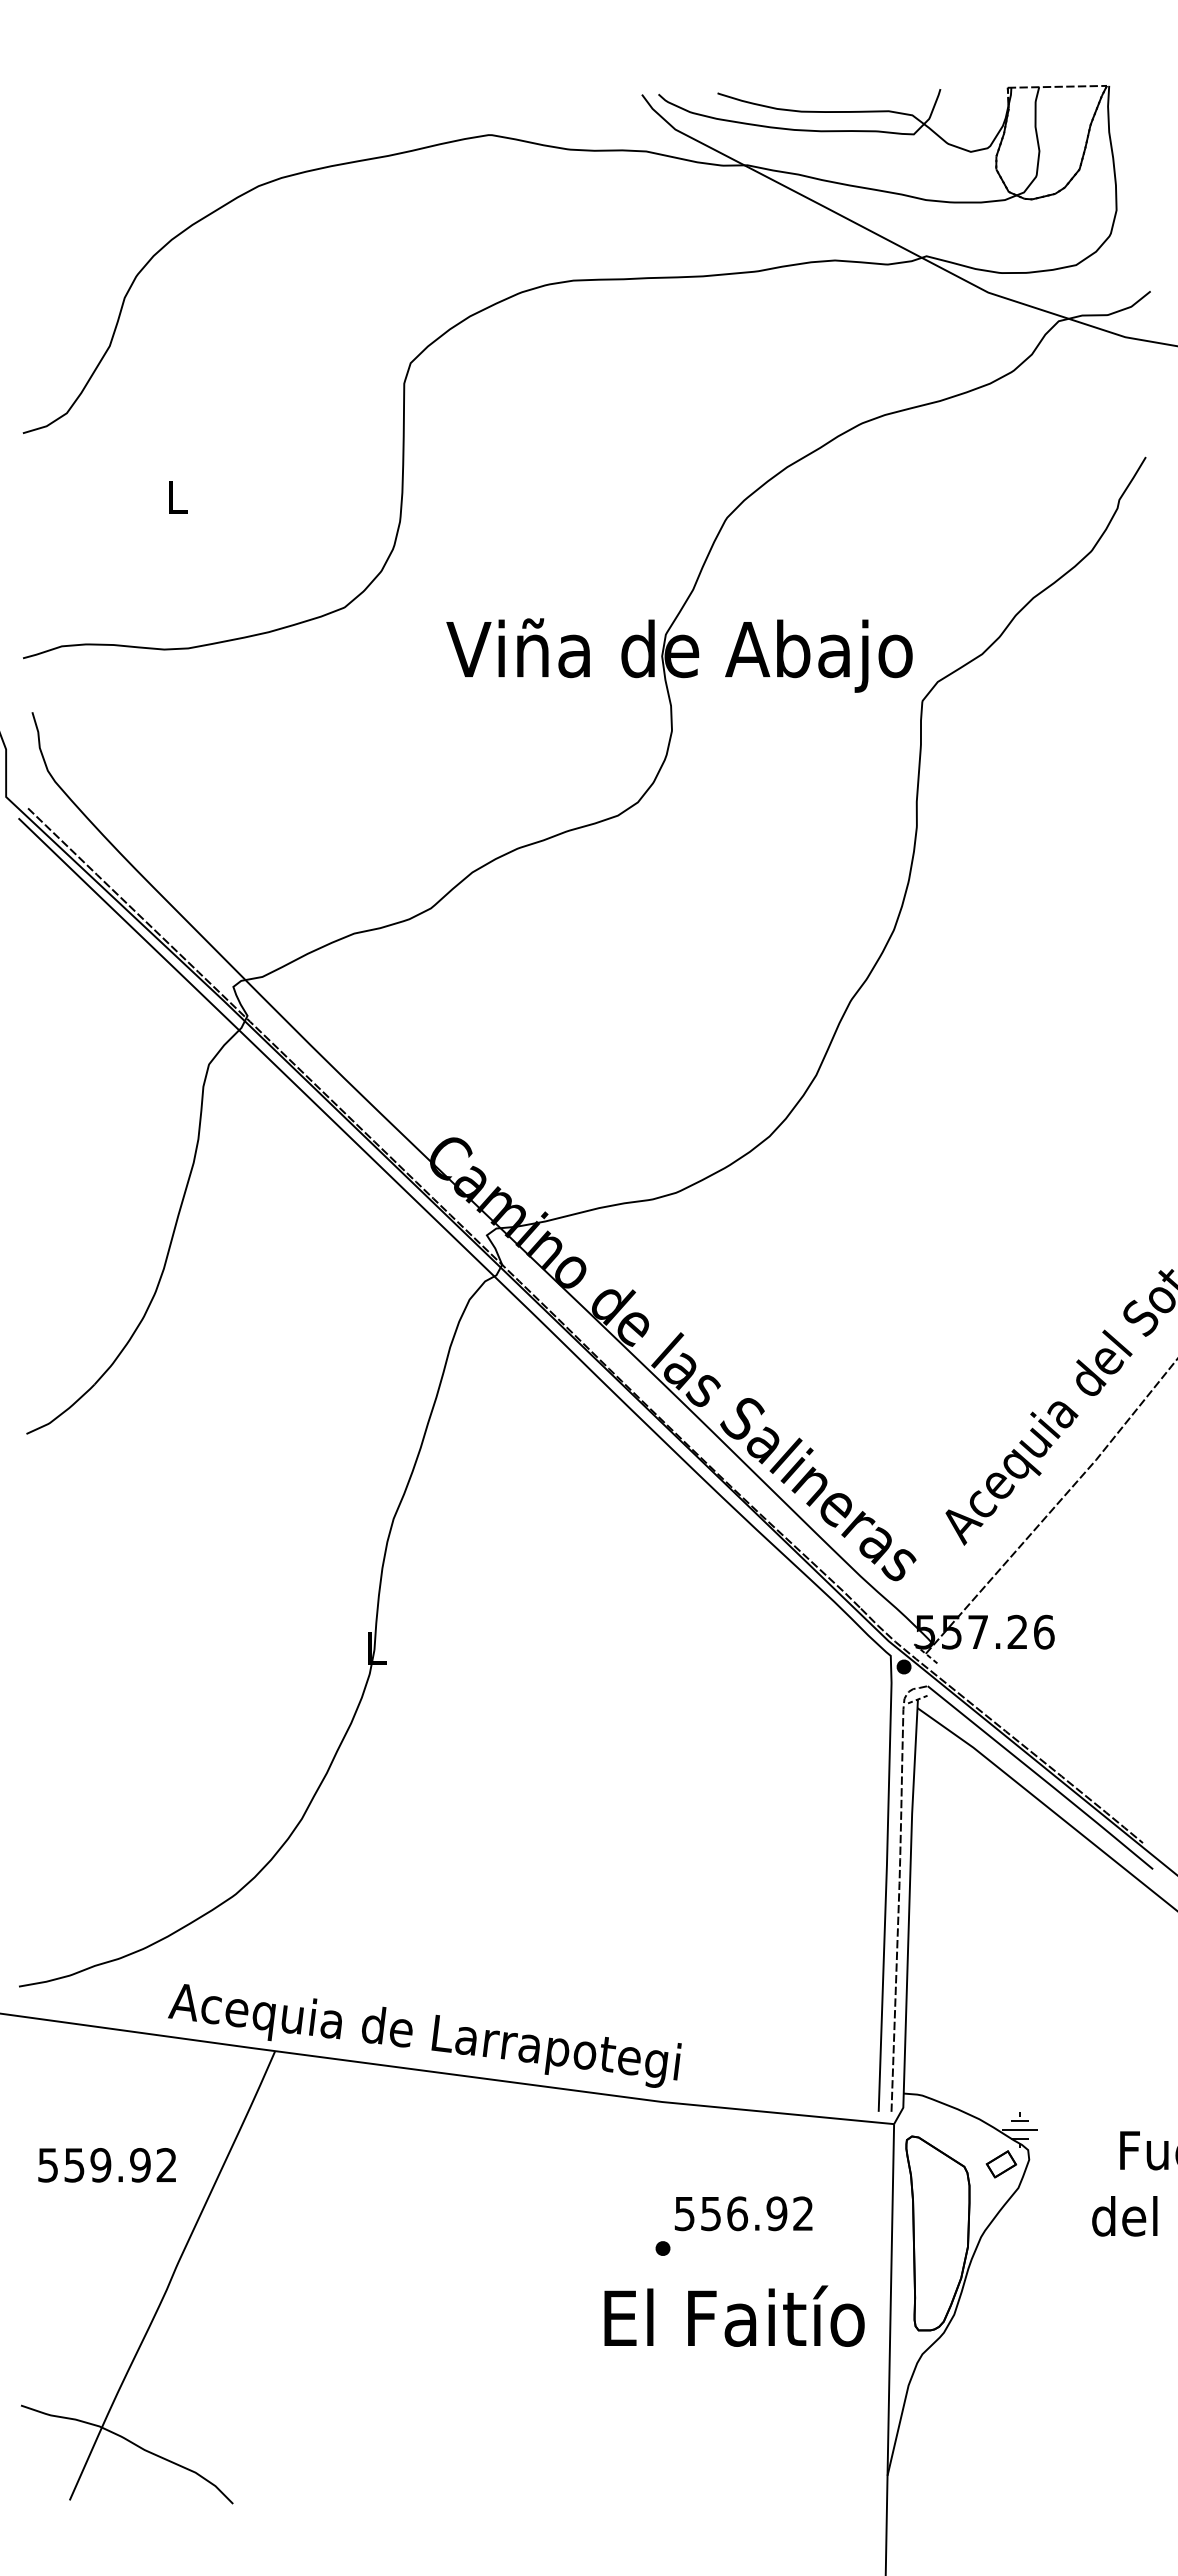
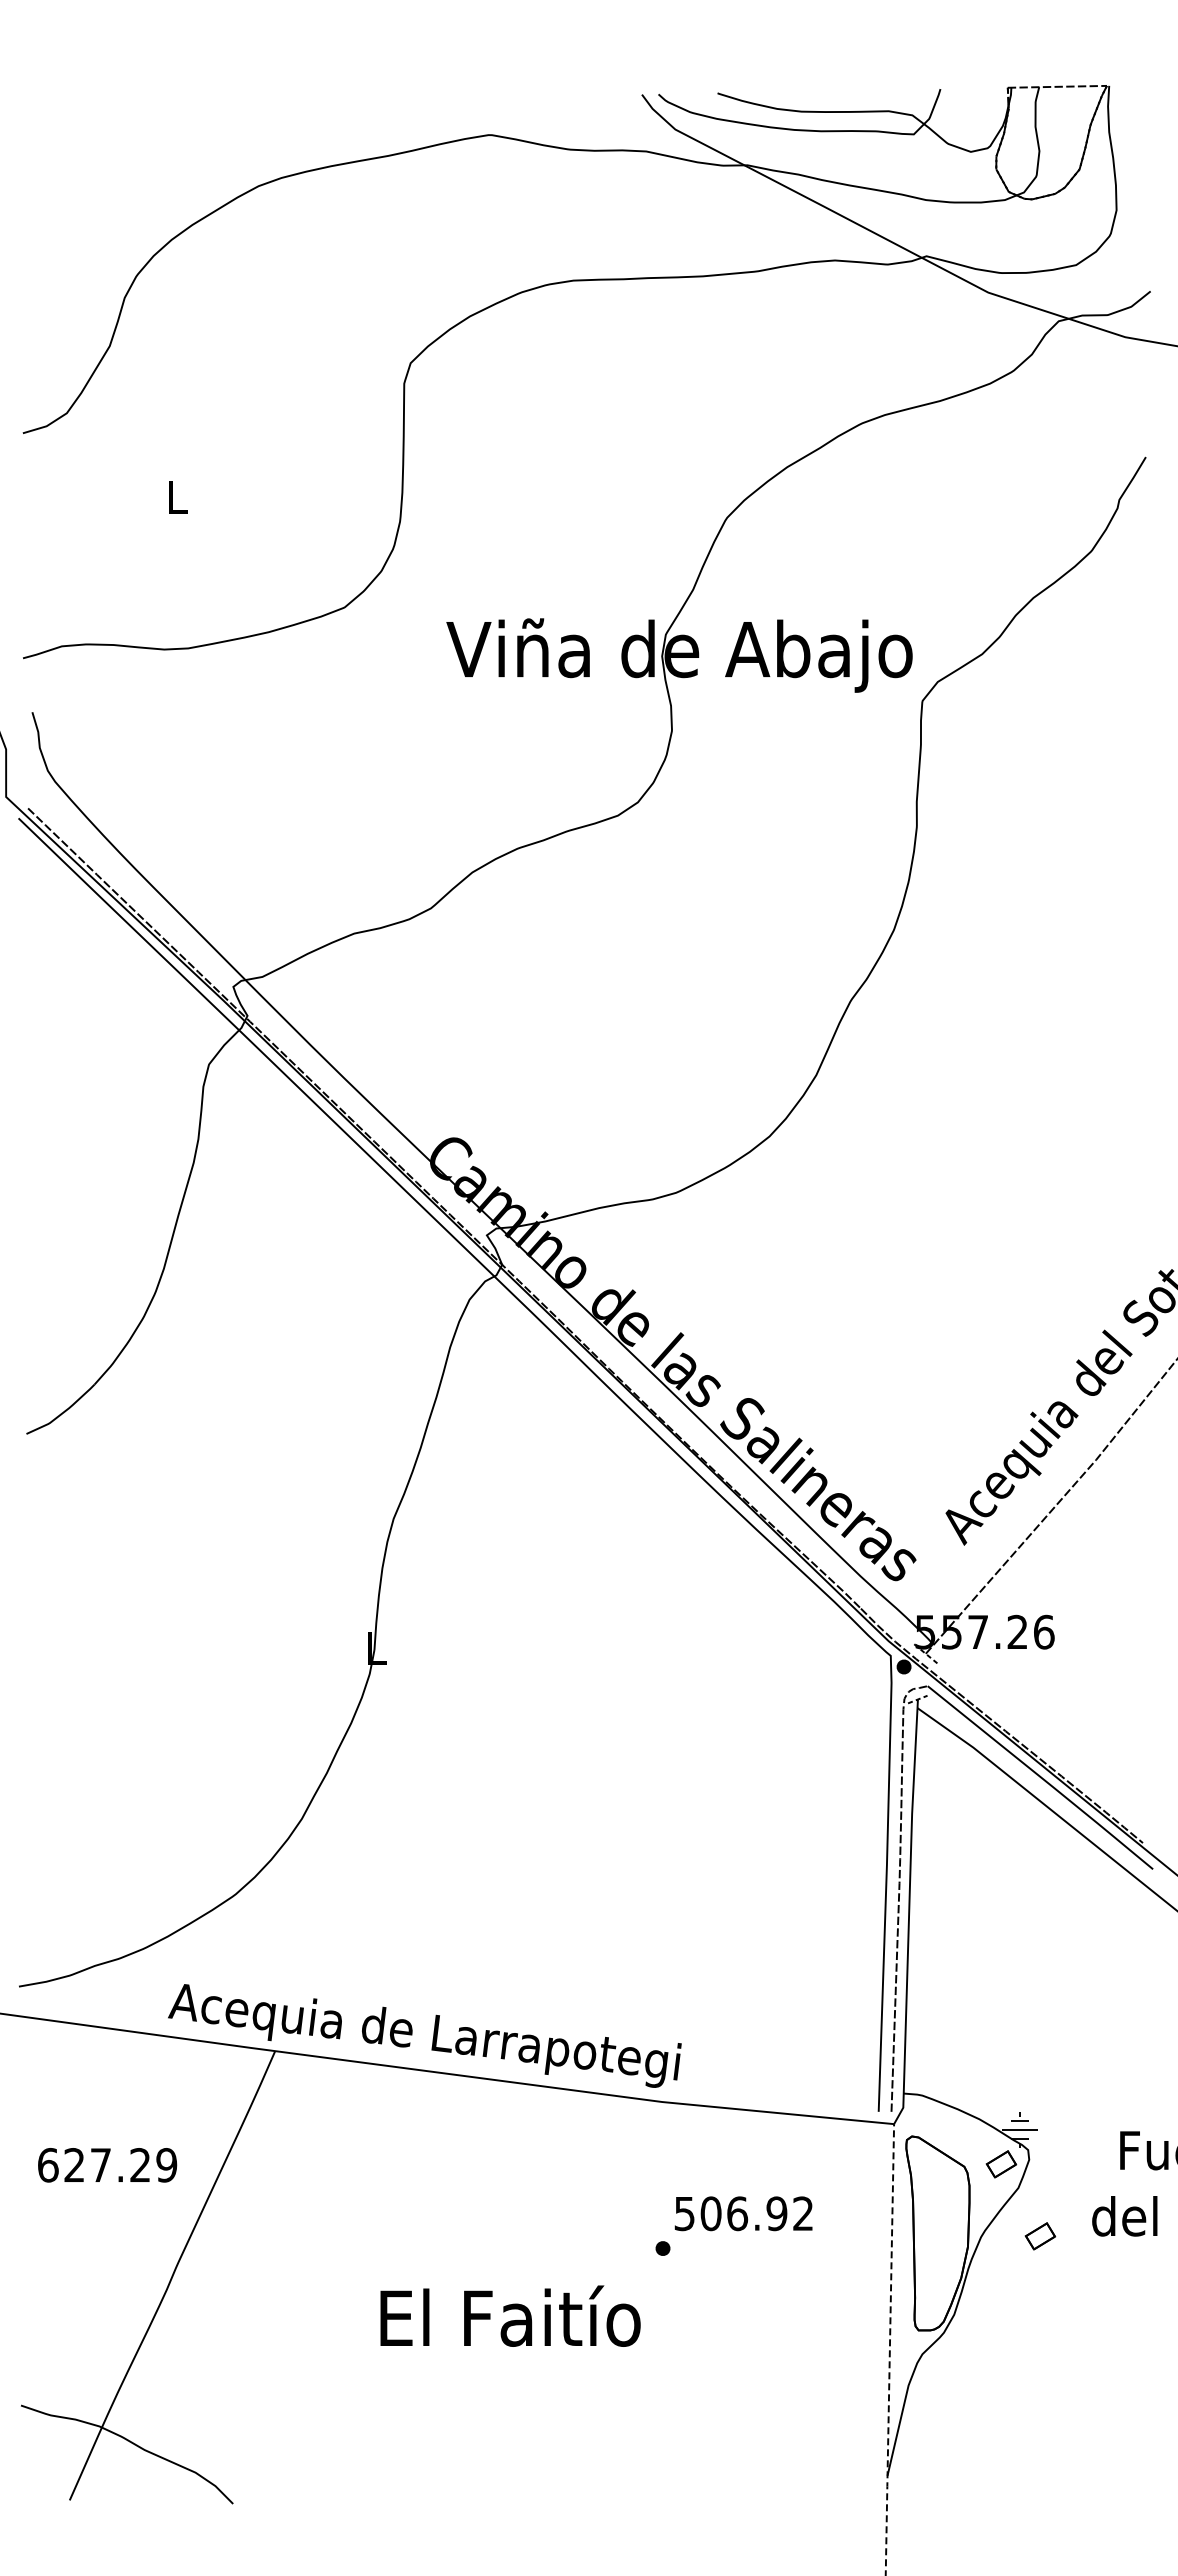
text at (107, 2165): 559.92 -> 627.29
text at (710, 2213): 556.92 -> 506.92
part at (1040, 2236): none -> present
text at (734, 2315) position: (734, 2315) -> (510, 2315)
line at (889, 2349): solid -> dashed
